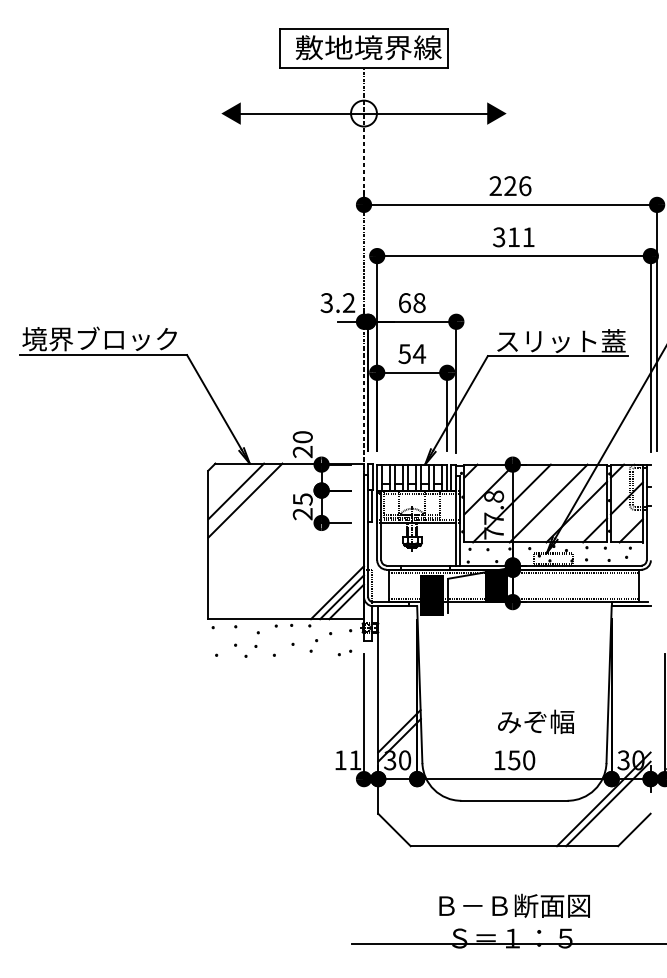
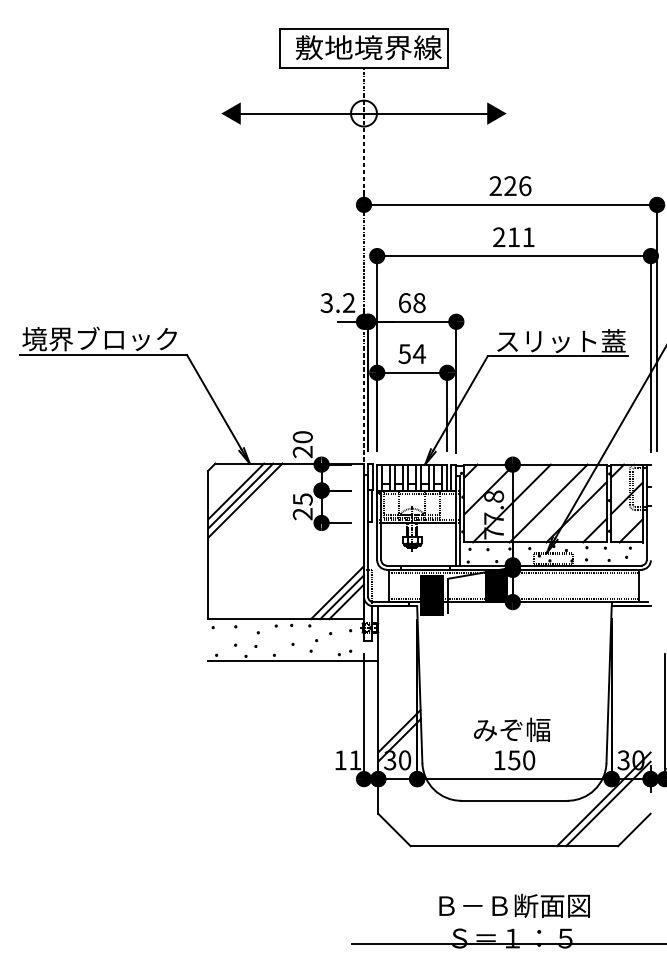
text at (499, 237): 311 -> 211
line at (240, 495): none -> present
line at (293, 661): none -> present
text at (536, 721) position: (536, 721) -> (512, 729)
